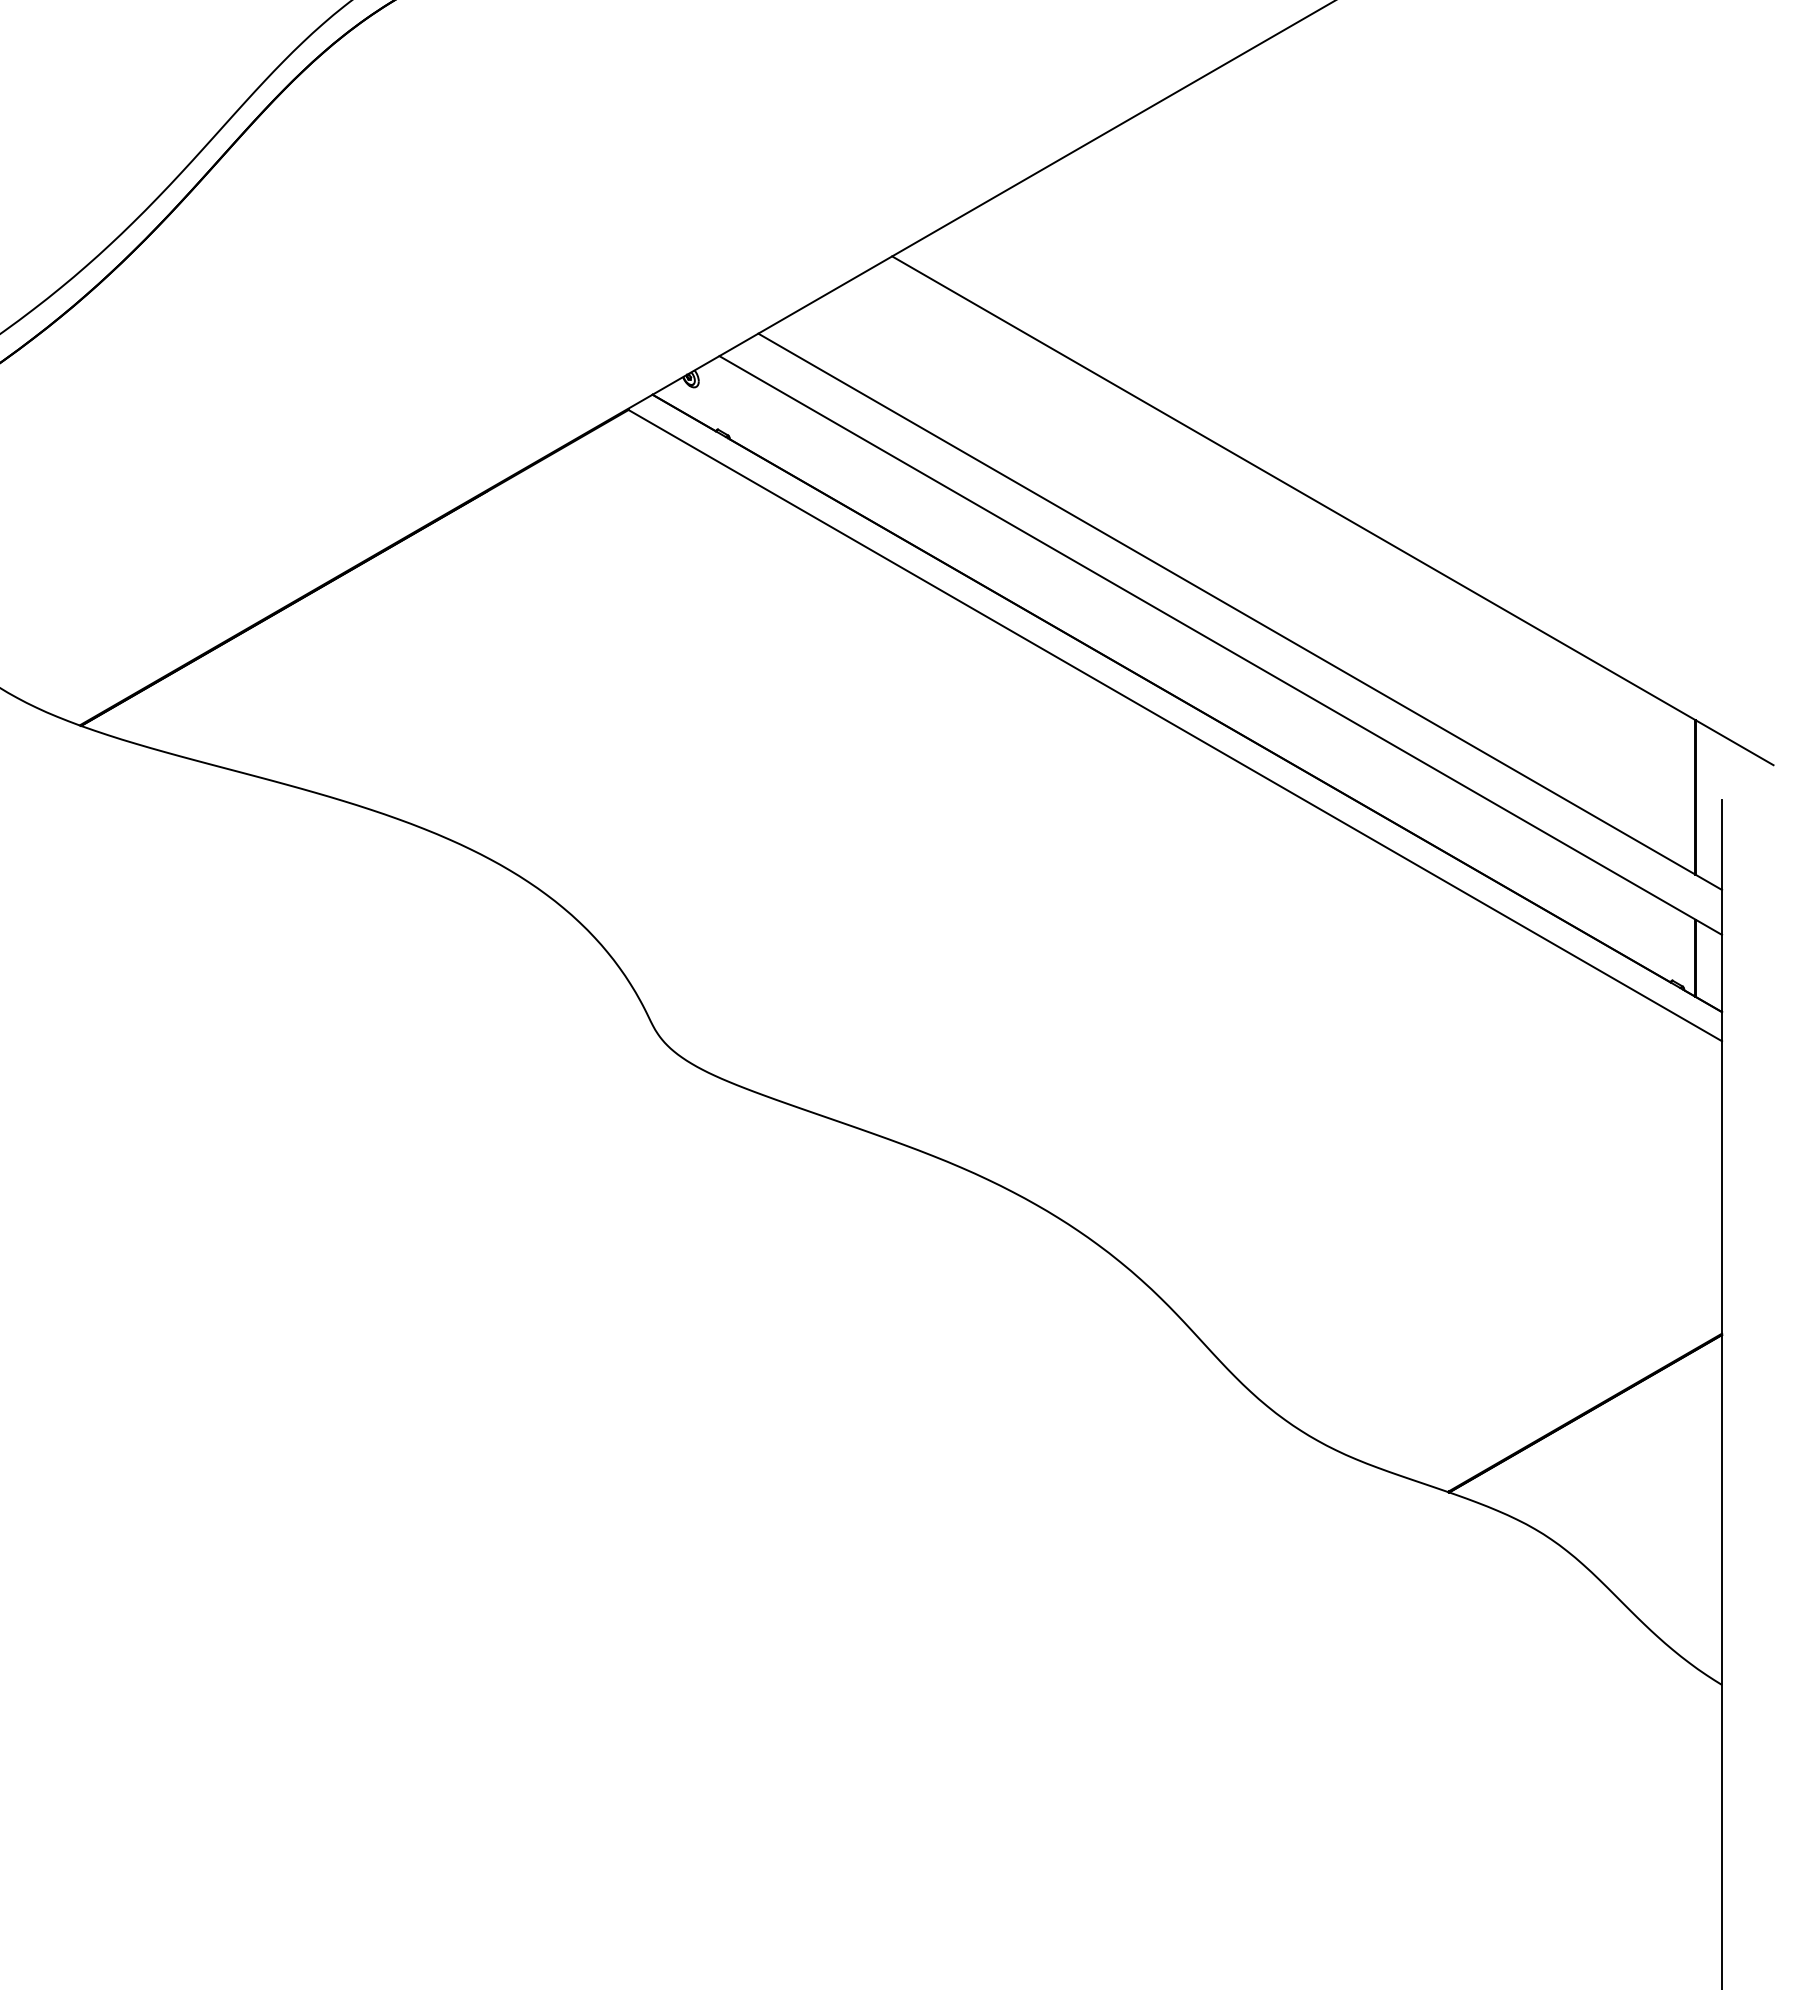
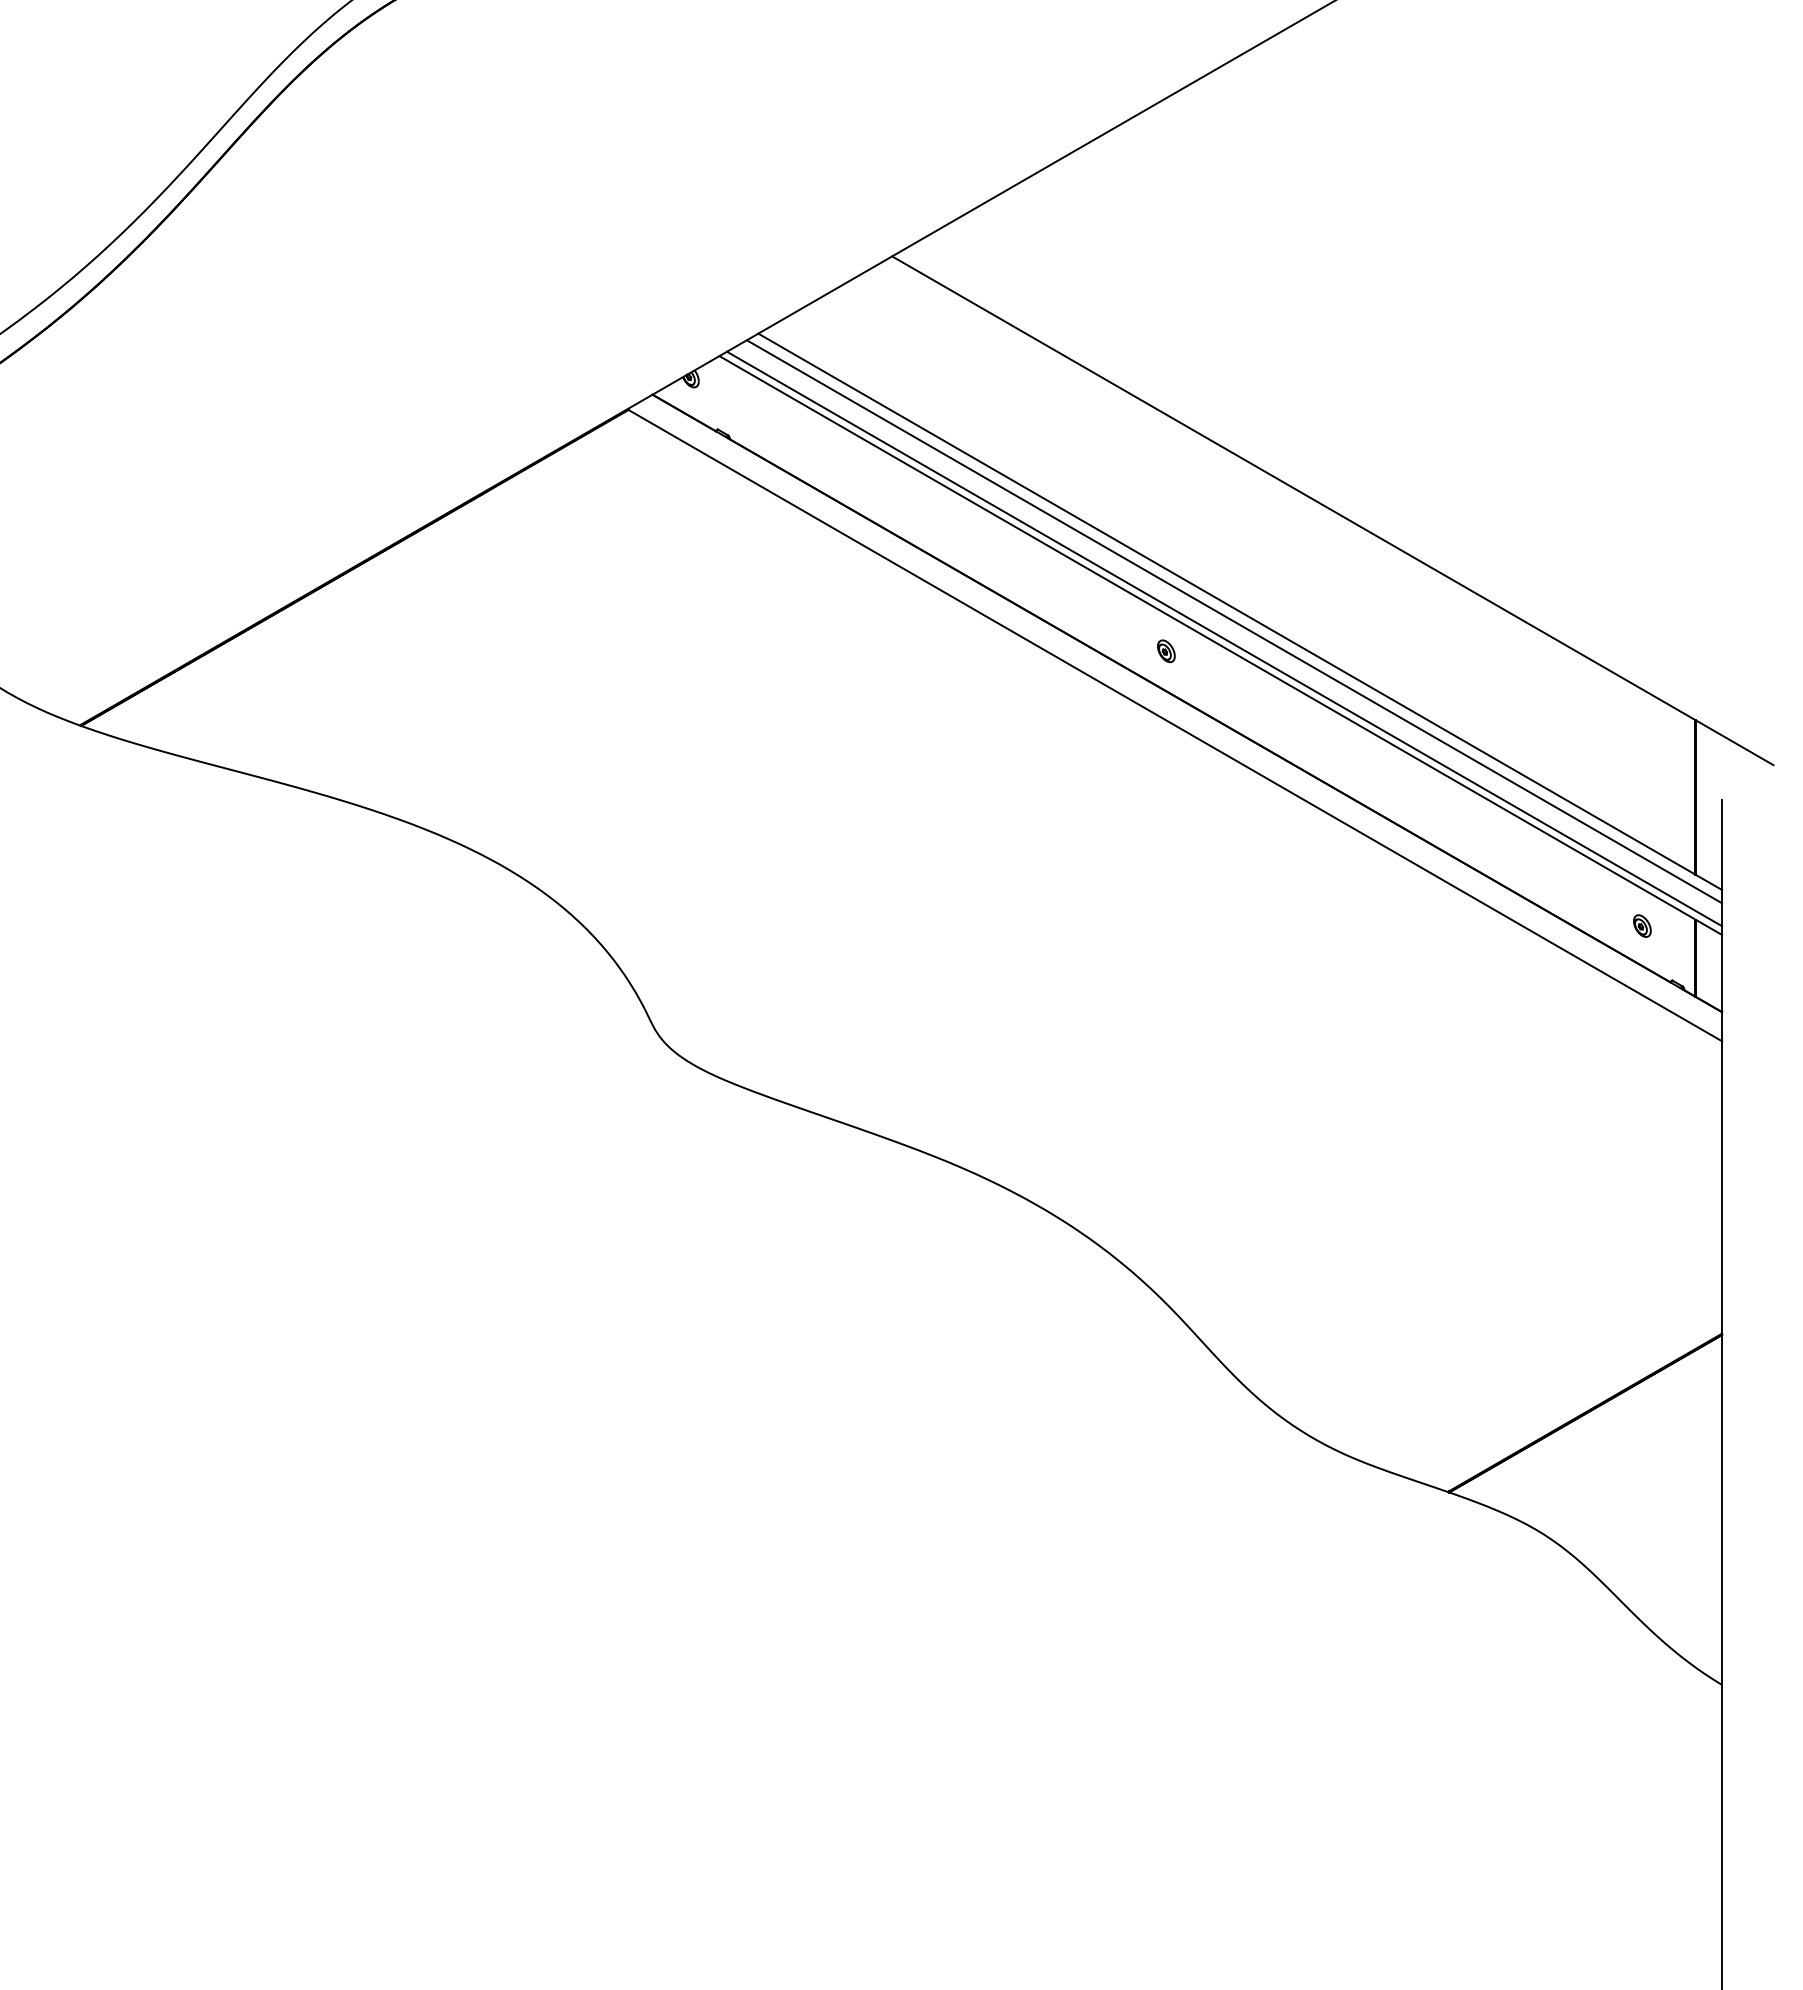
line at (1234, 621): none -> present
line at (1224, 638): none -> present
part at (1166, 651): none -> present
part at (1642, 925): none -> present
